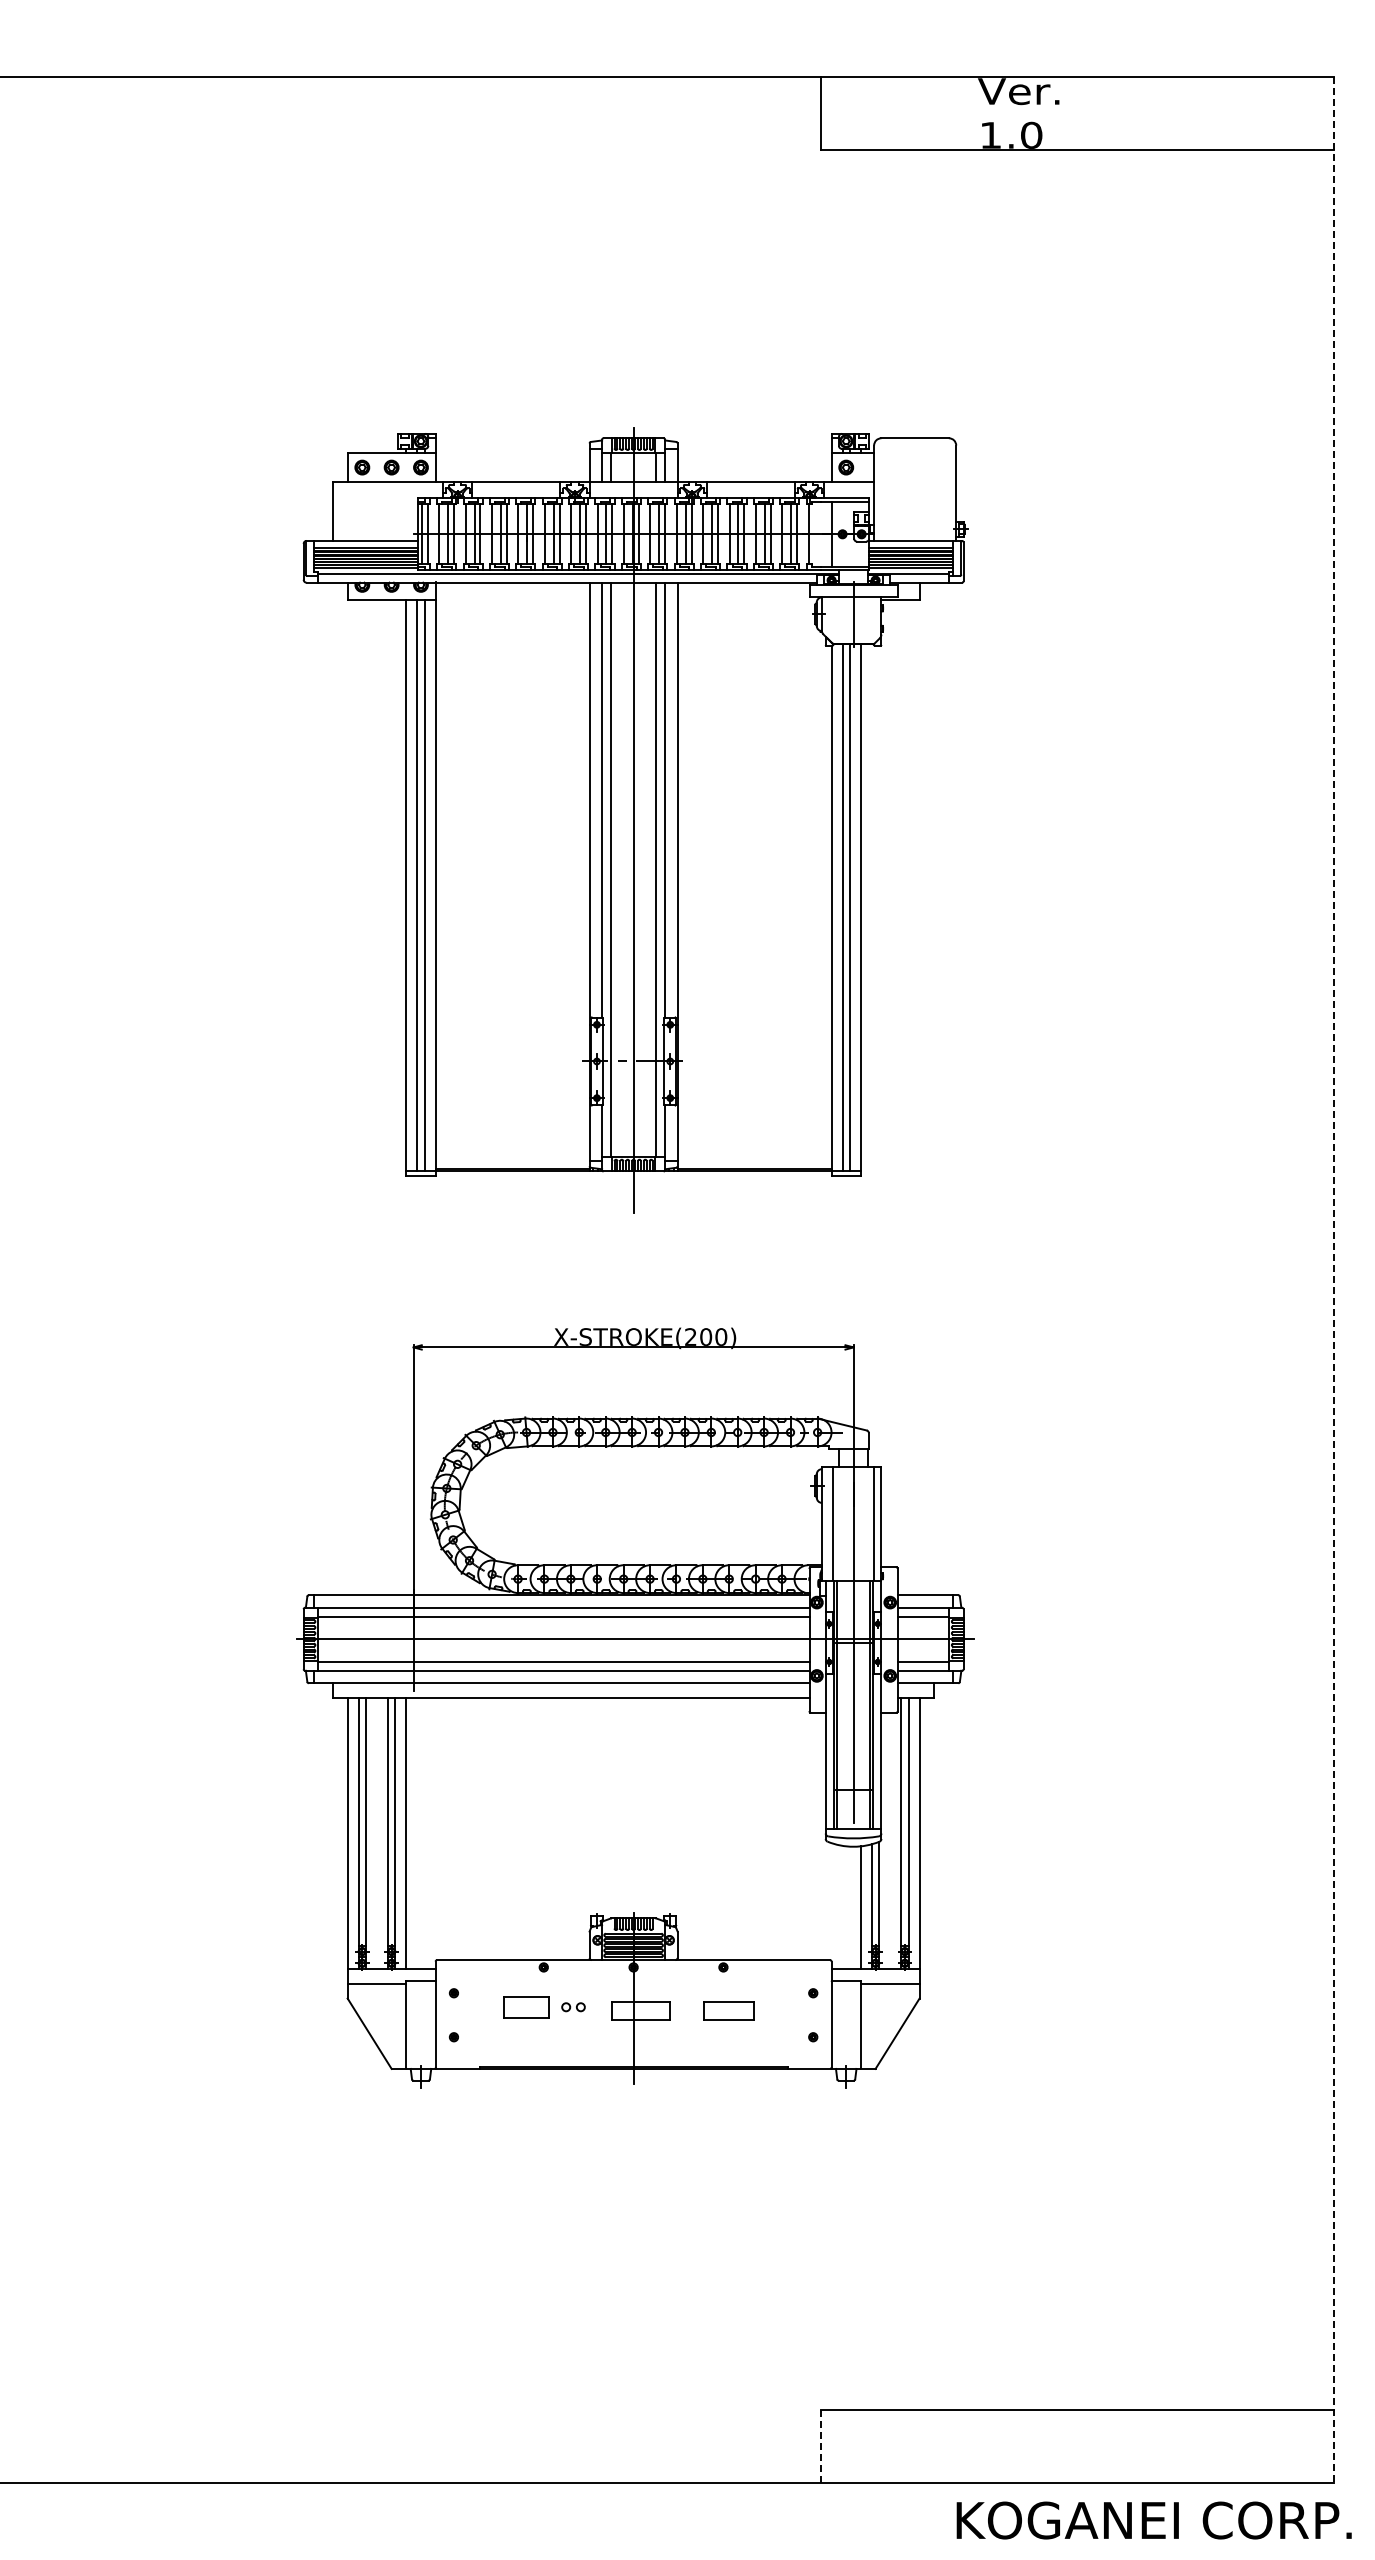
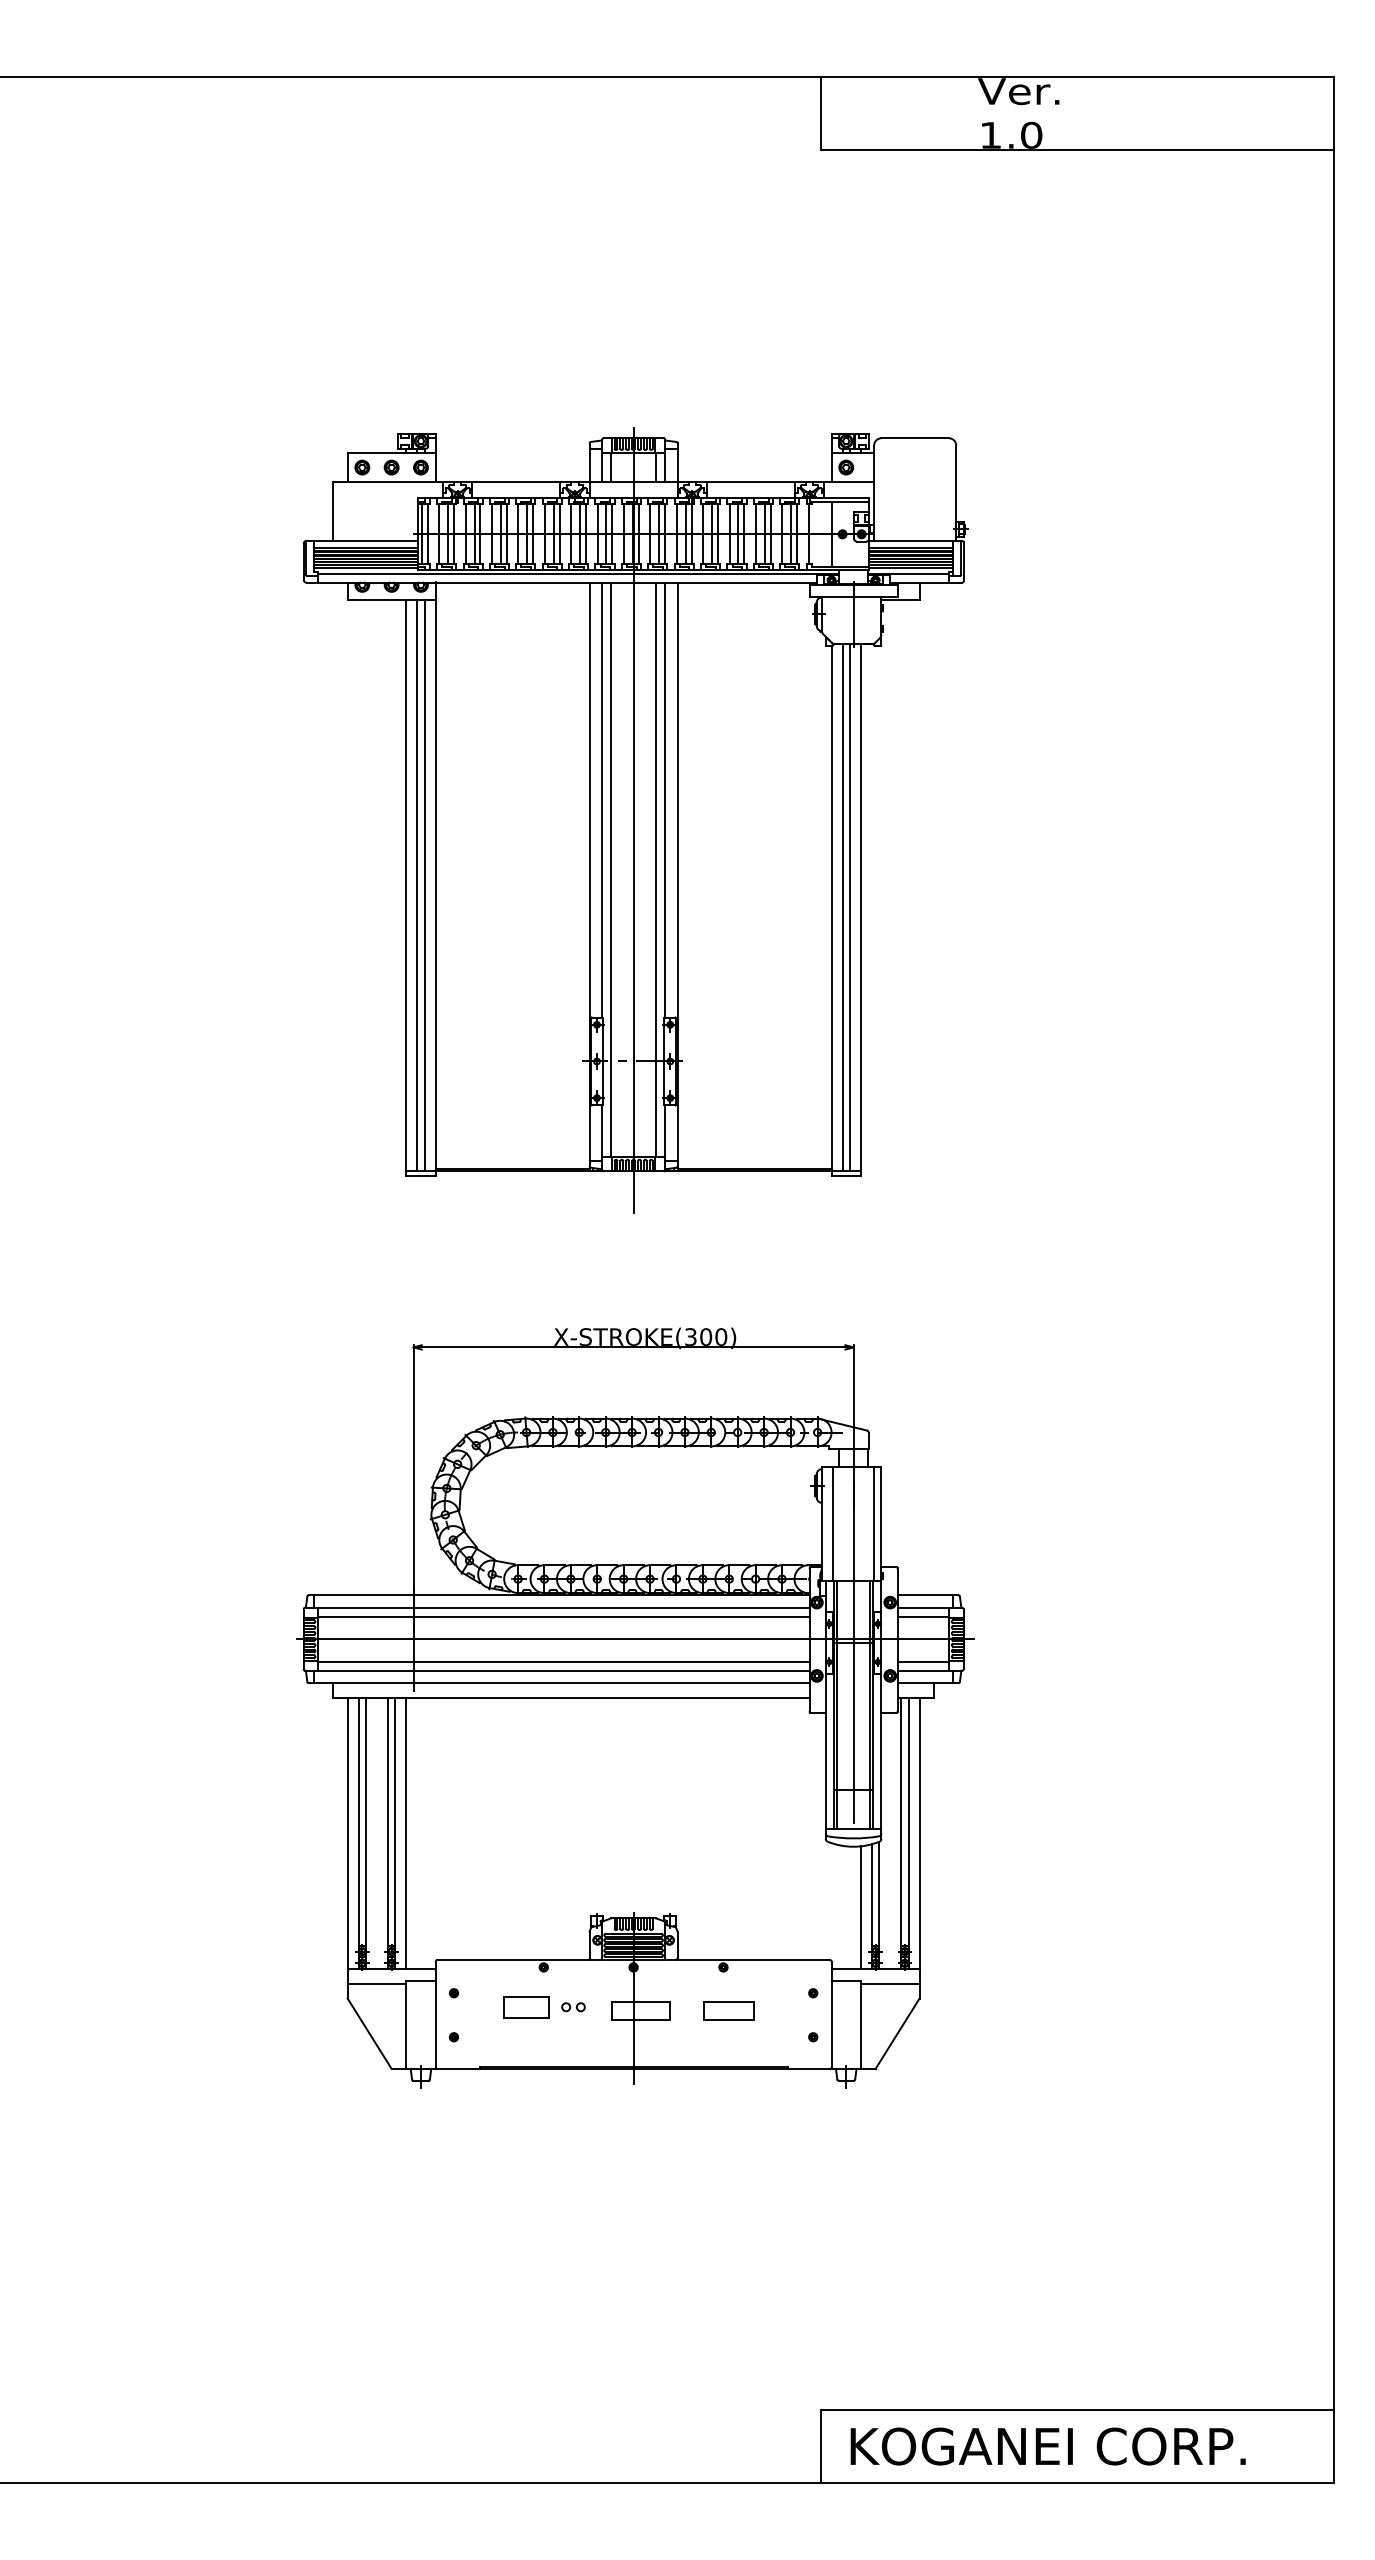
line at (1333, 1280): dashed -> solid
text at (690, 1336): X-STROKE(200) -> X-STROKE(300)
line at (820, 2446): dashed -> solid
text at (1153, 2520) position: (1153, 2520) -> (1047, 2446)
